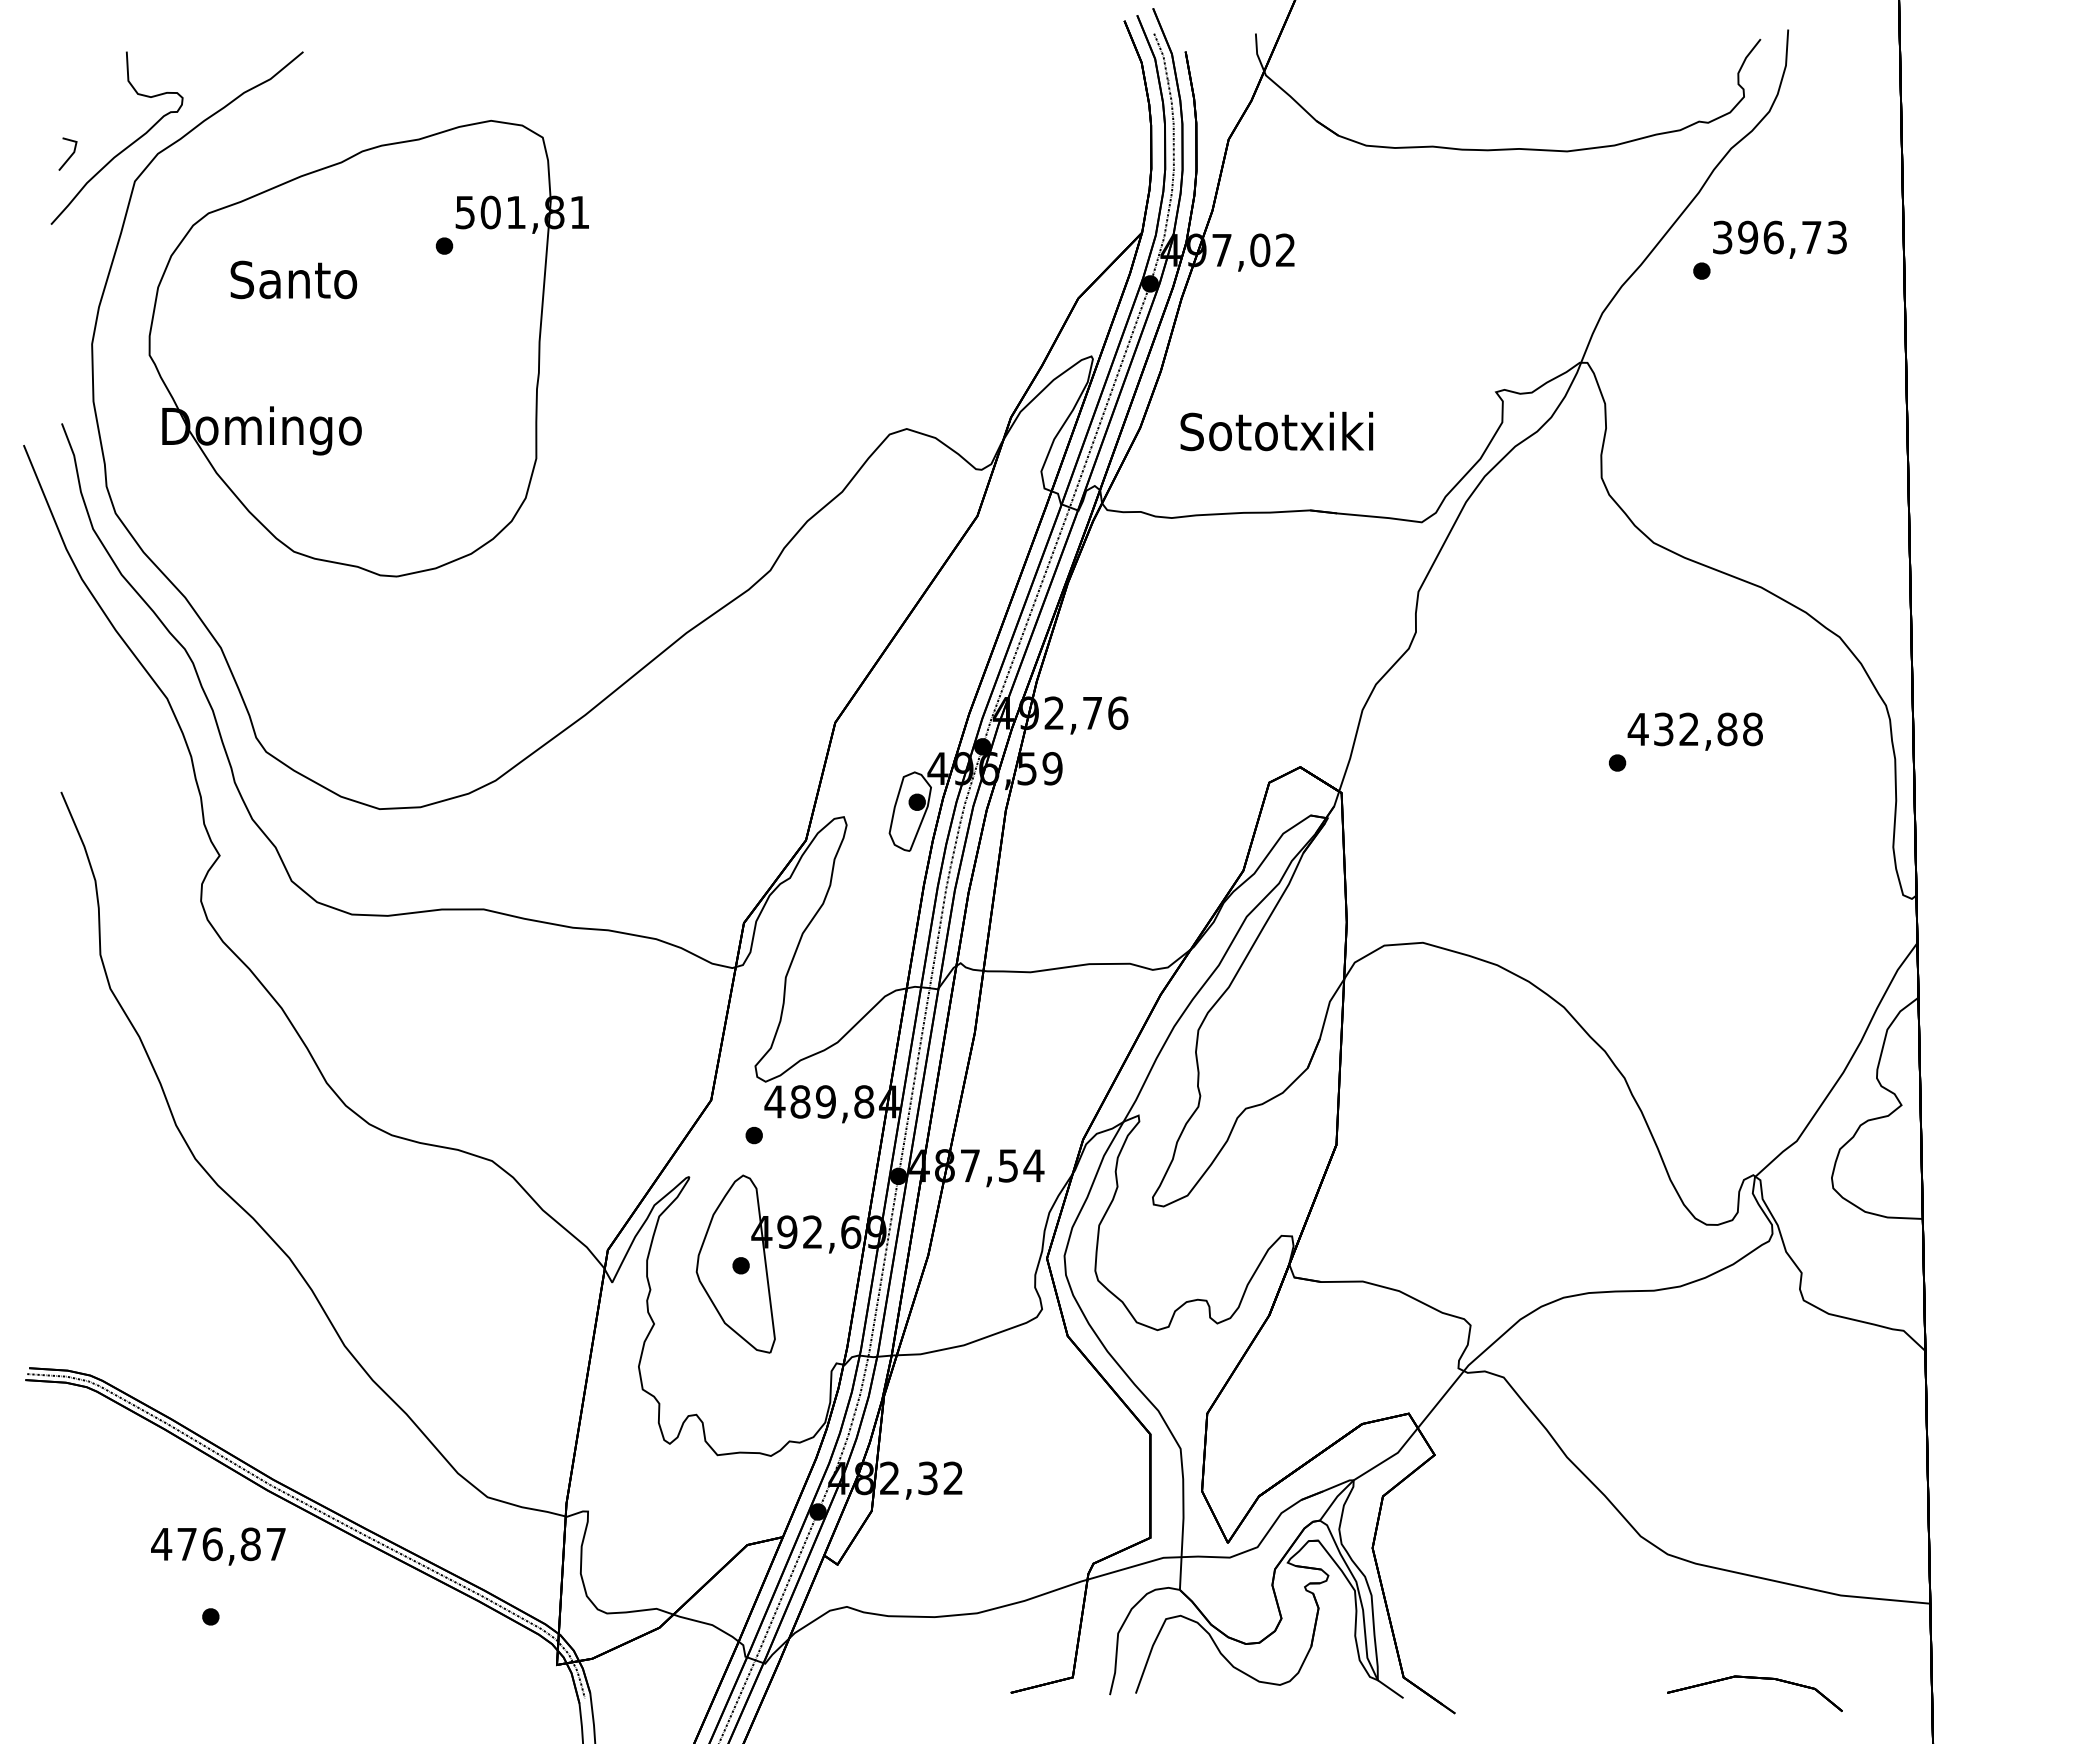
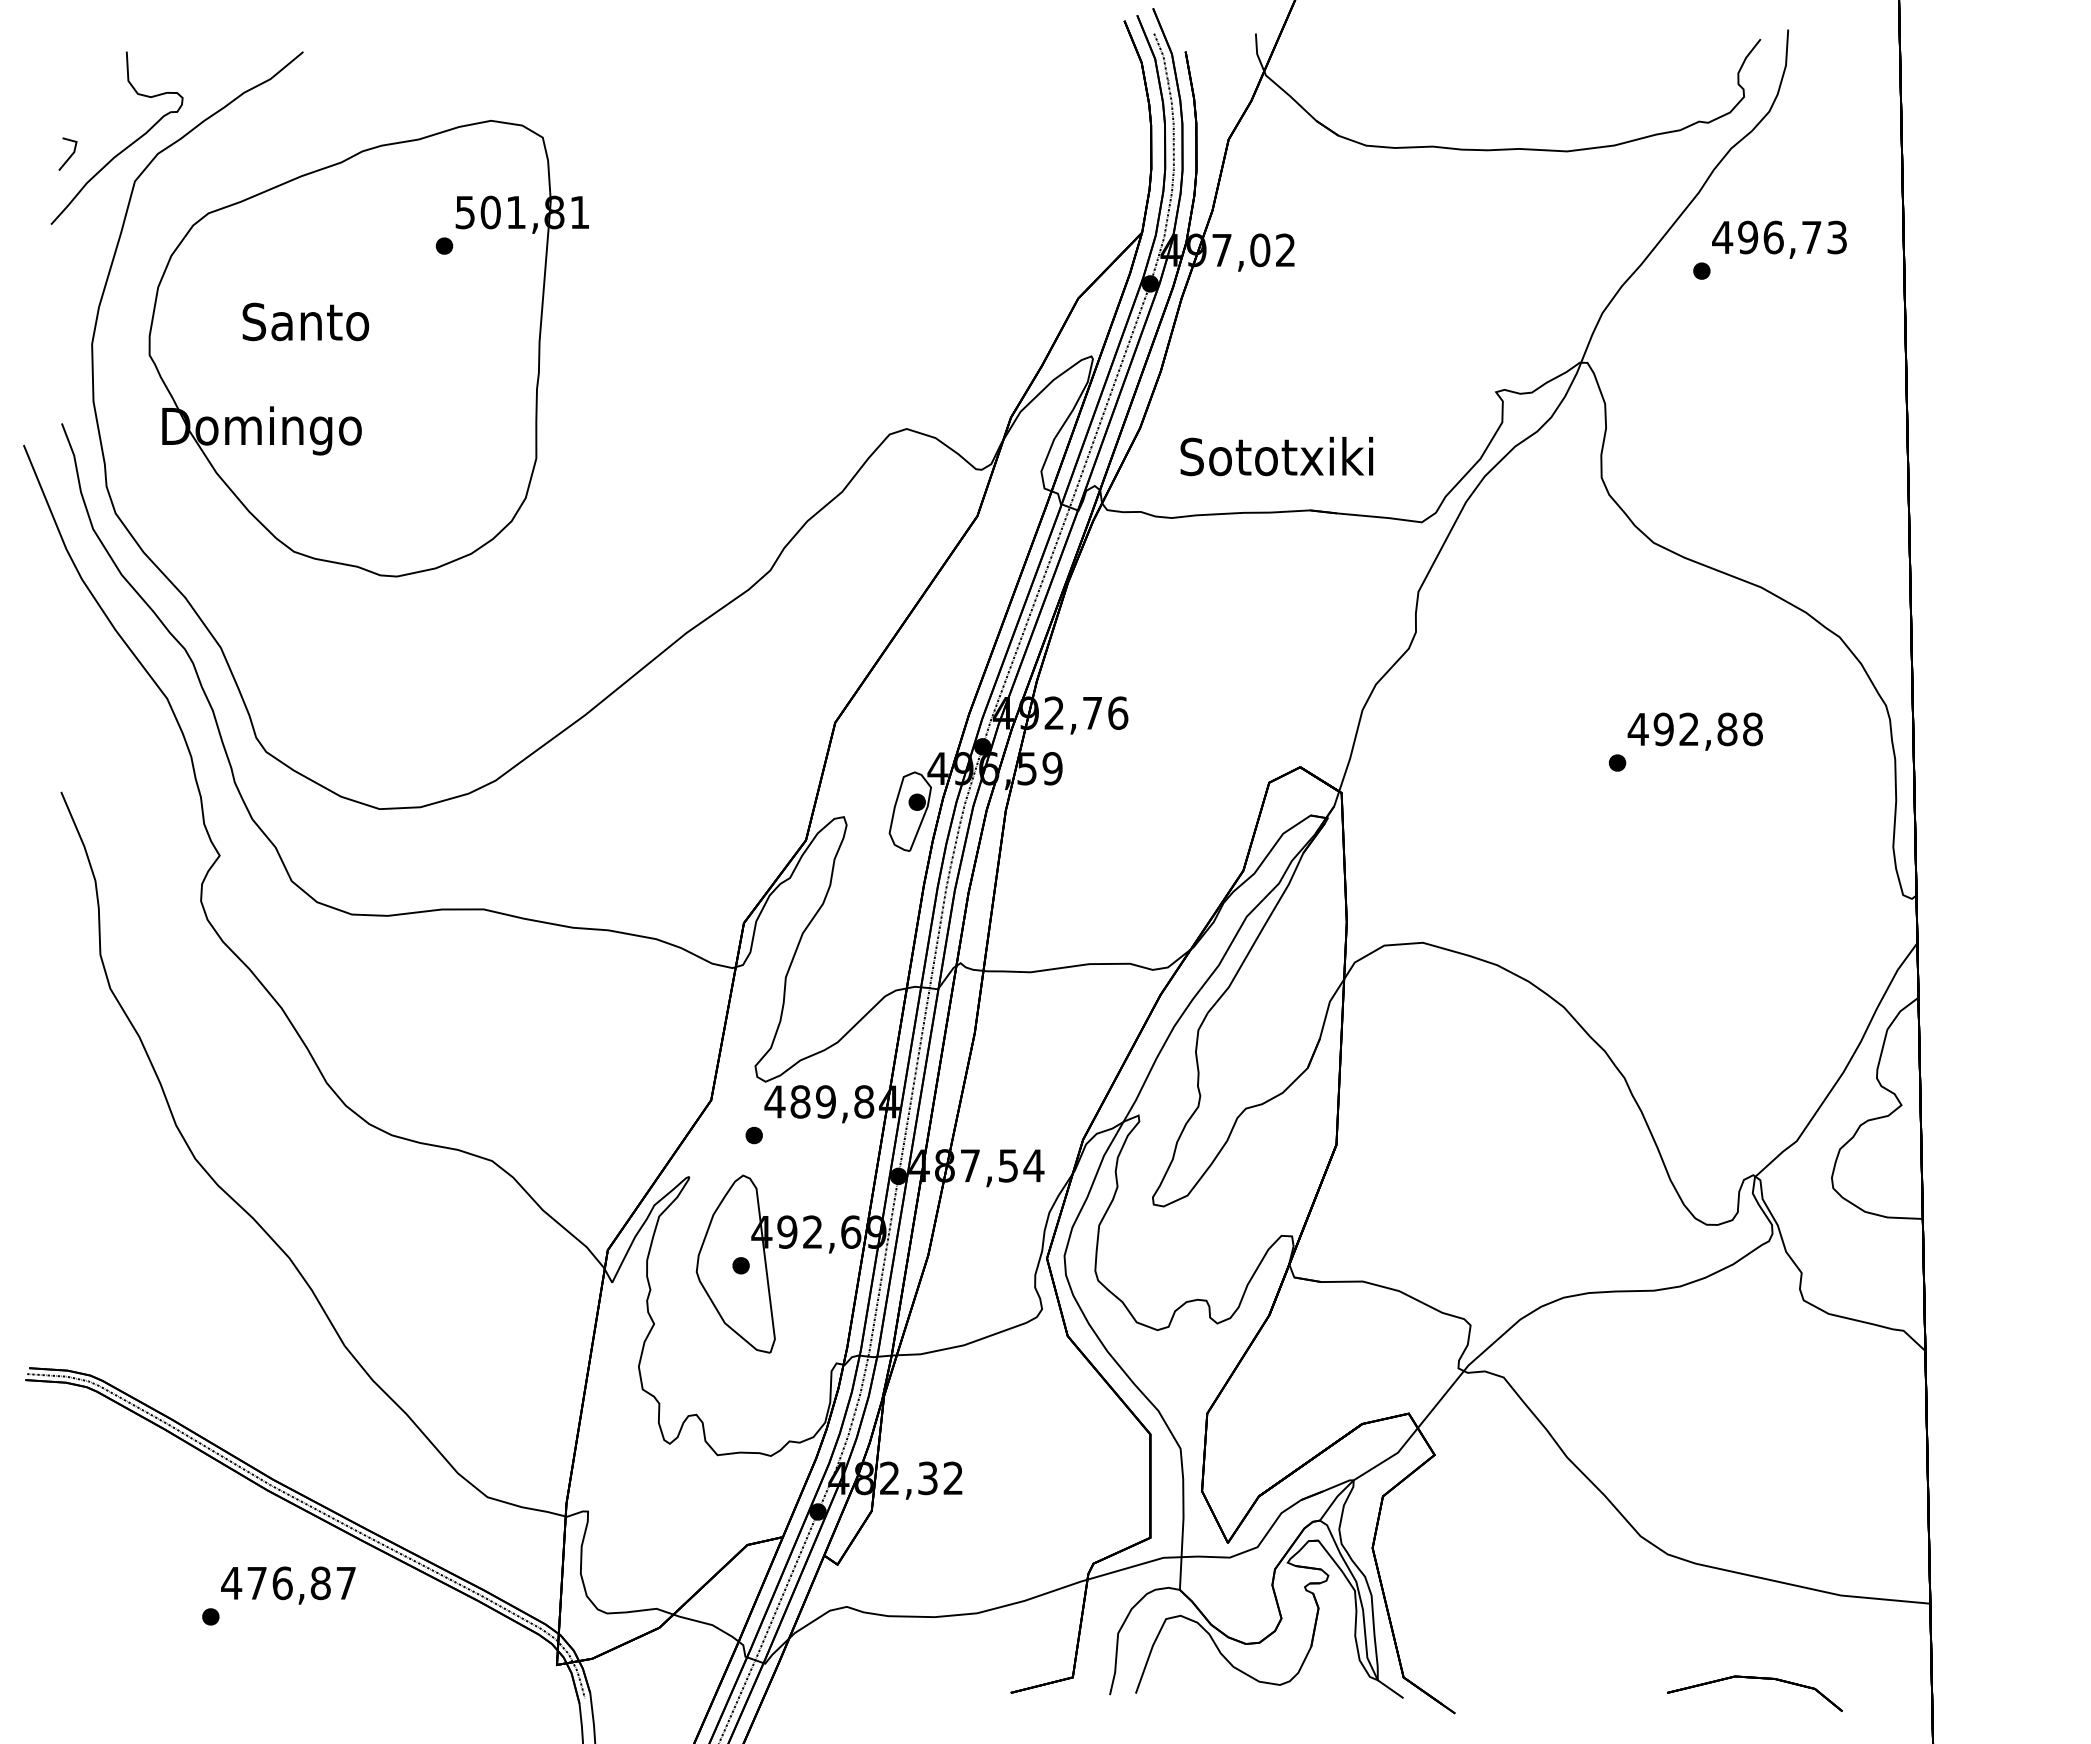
text at (1722, 237): 396,73 -> 496,73
text at (293, 279) position: (293, 279) -> (305, 321)
text at (1276, 431) position: (1276, 431) -> (1276, 456)
text at (1663, 729): 432,88 -> 492,88
text at (218, 1546) position: (218, 1546) -> (288, 1585)
